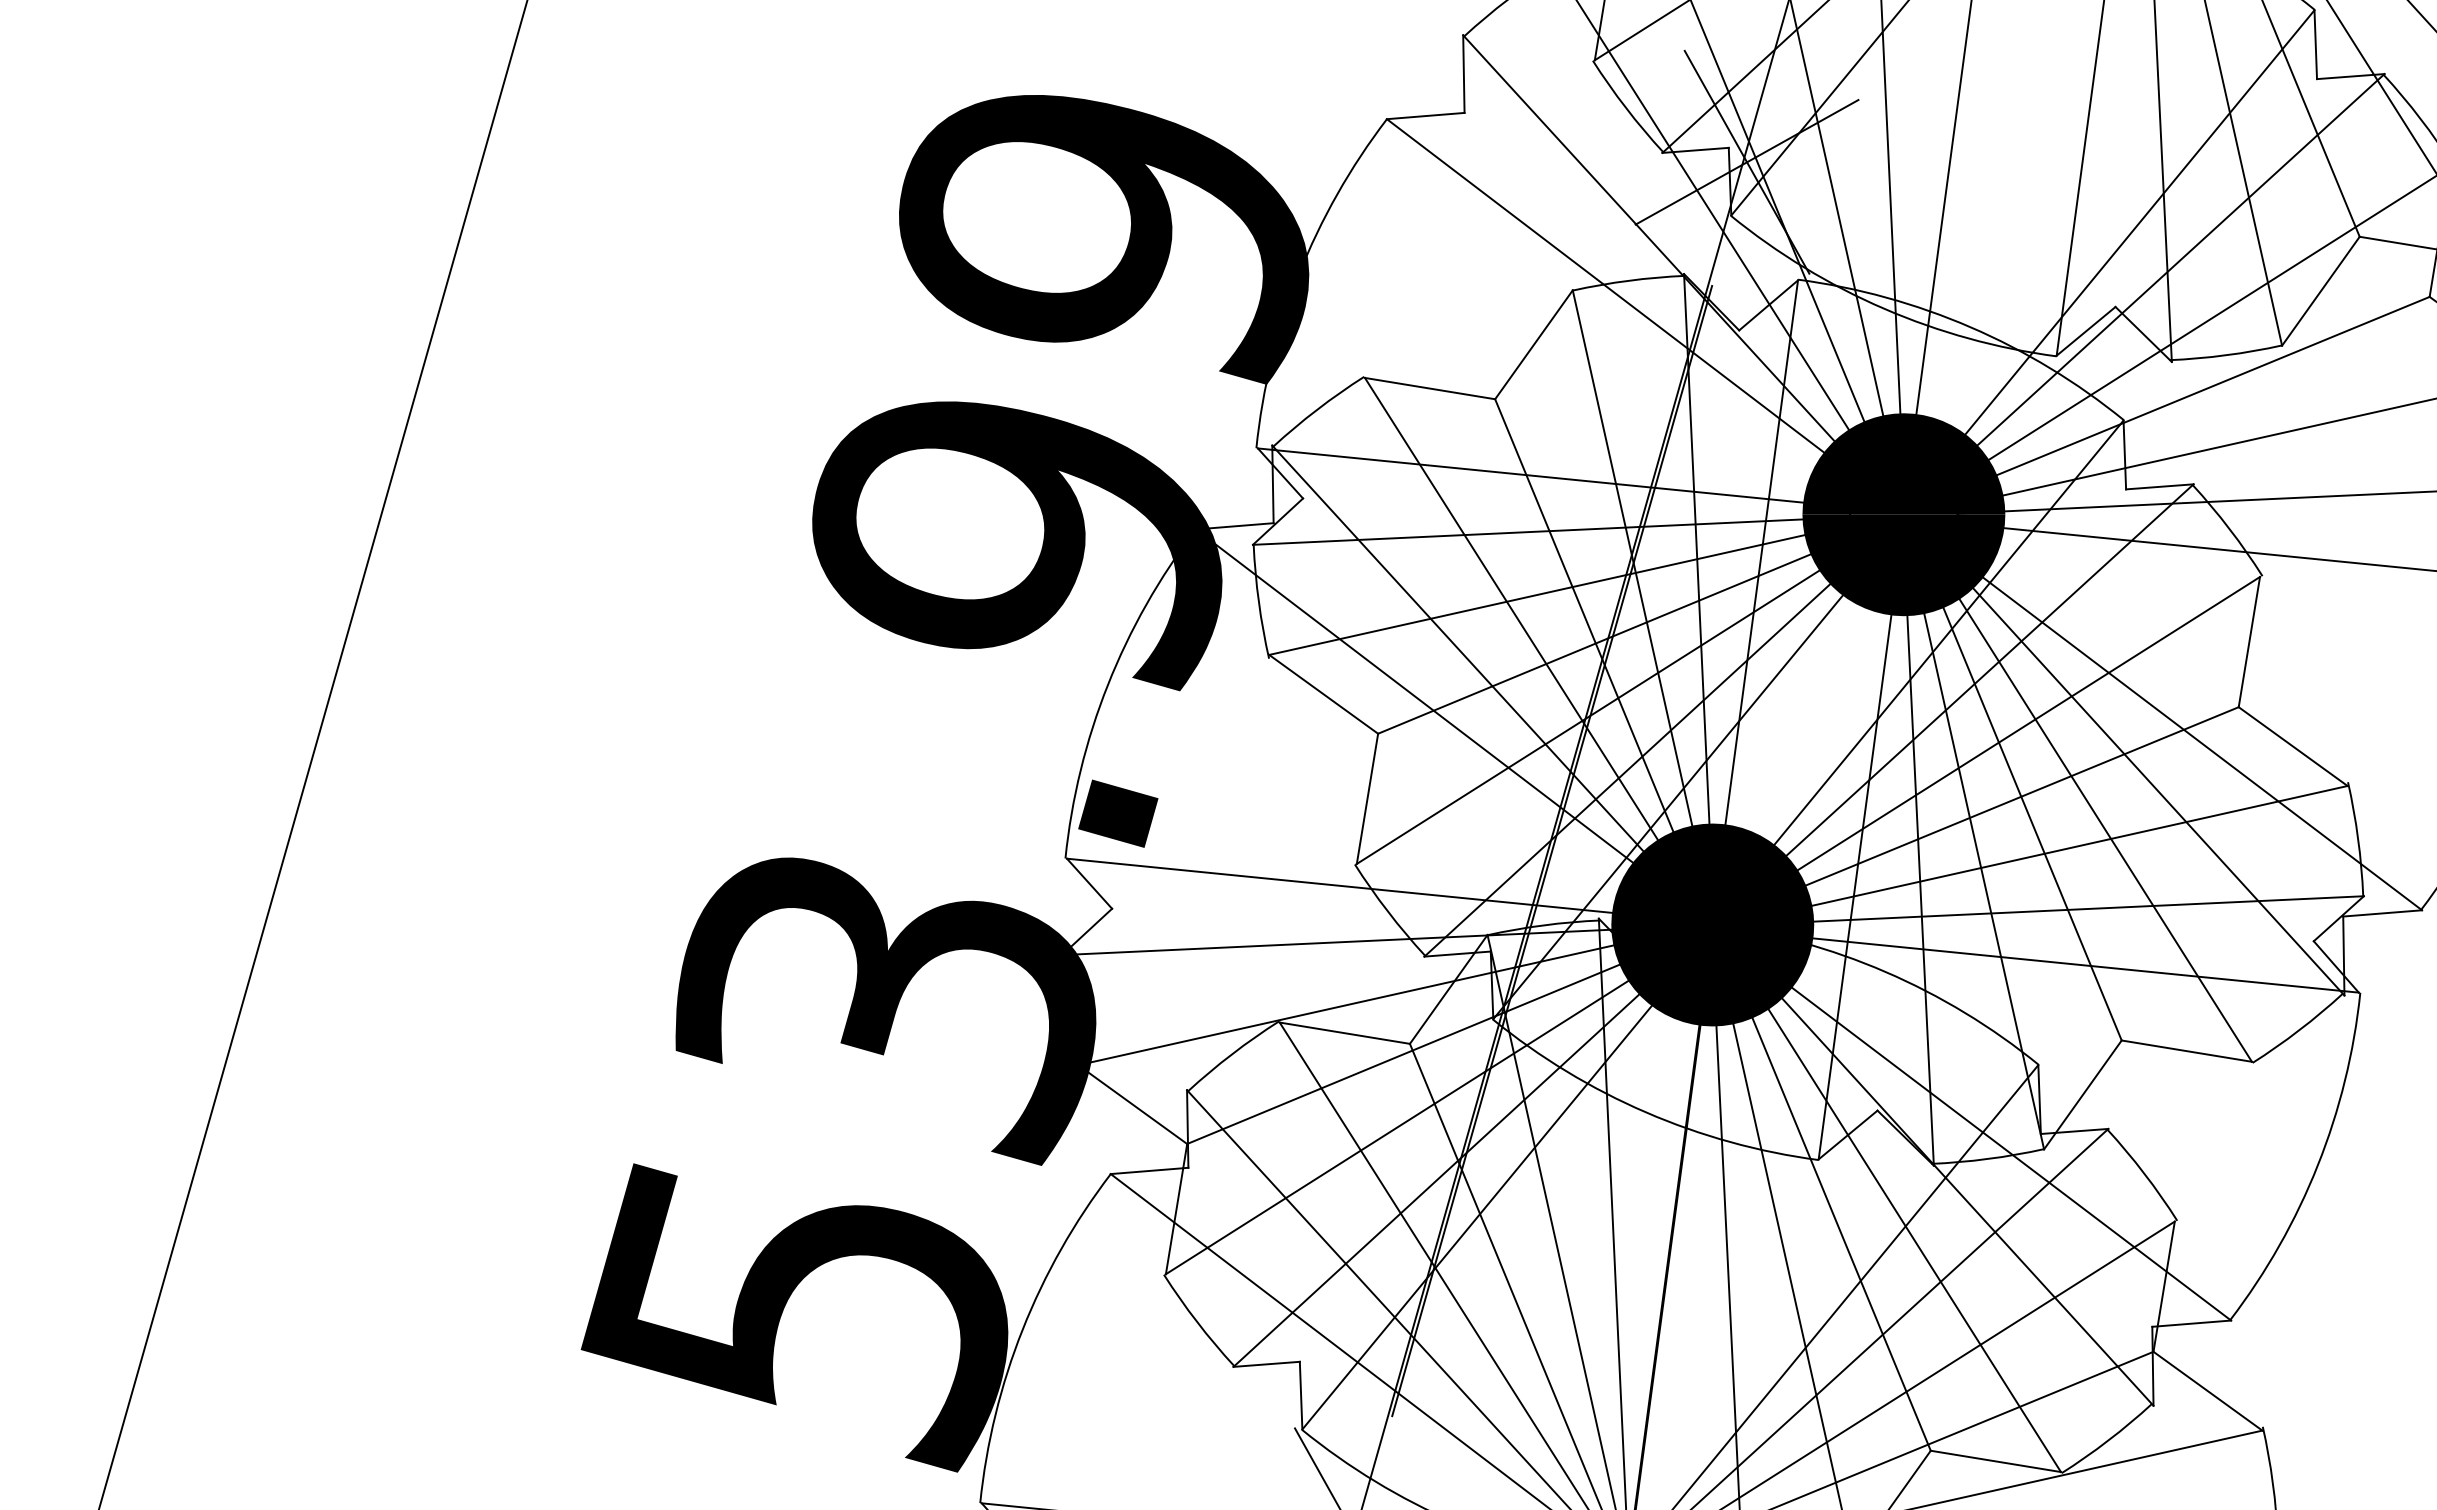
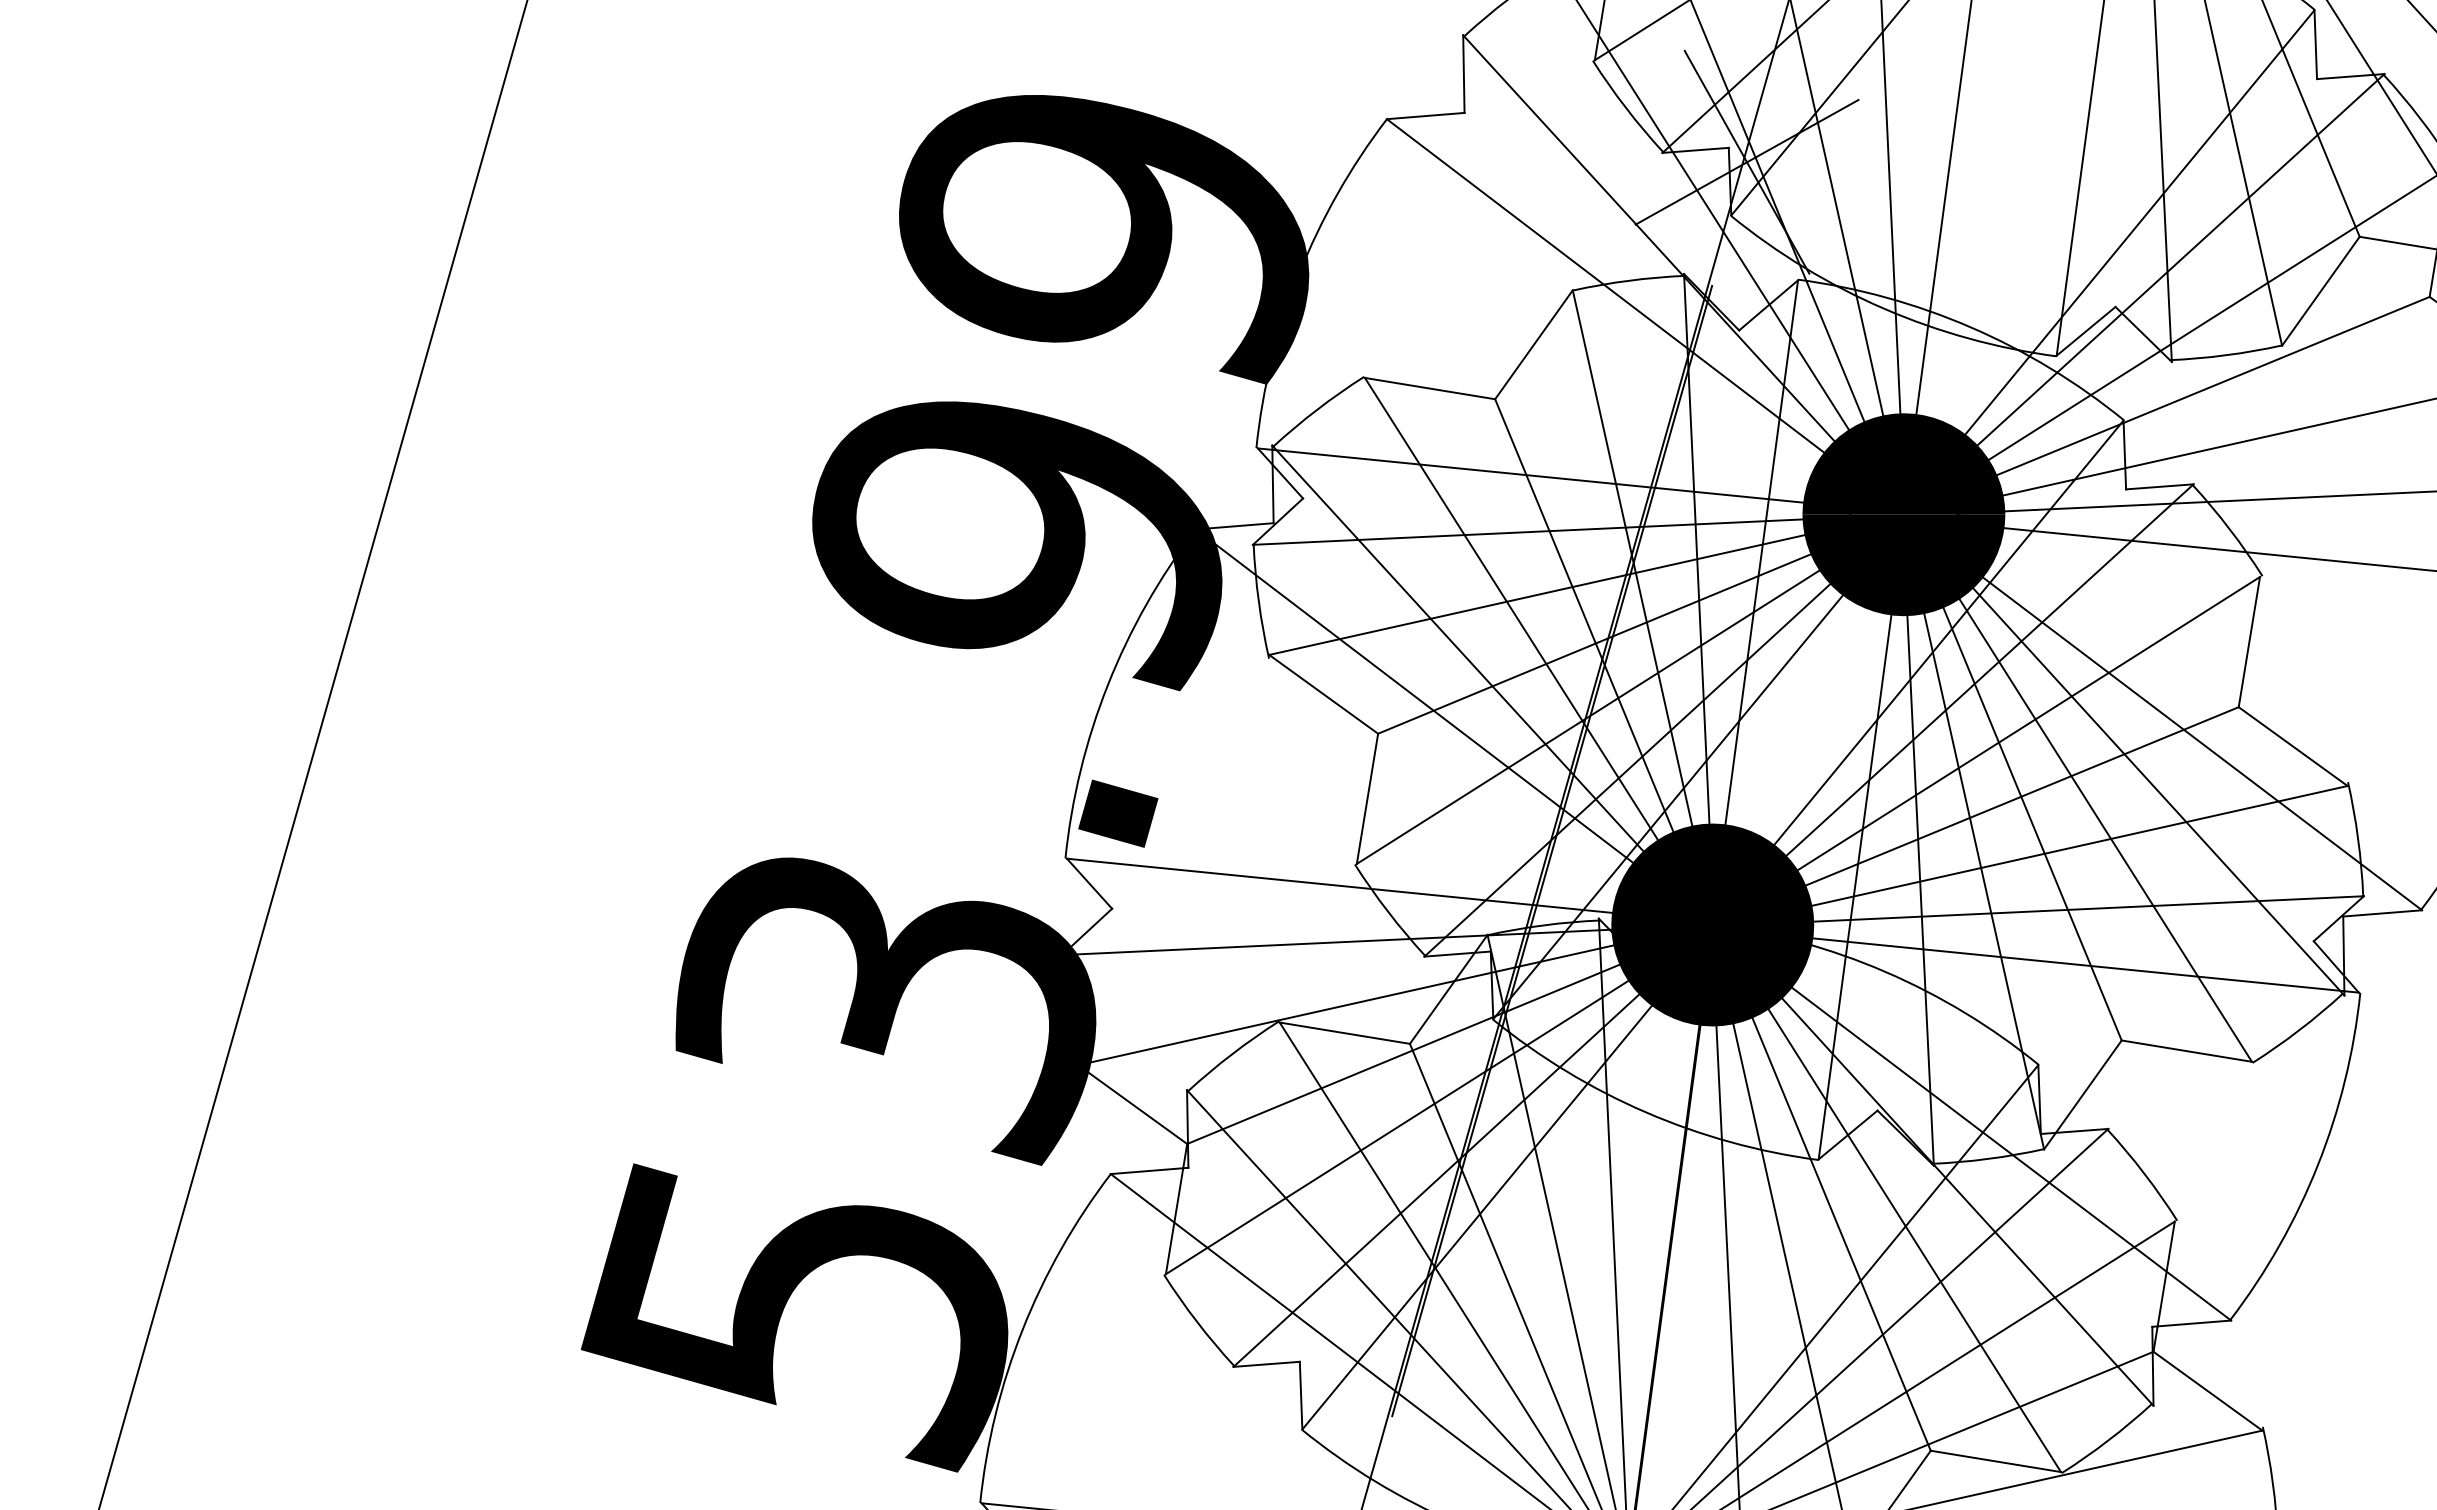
line at (1316, 1467): present -> none
